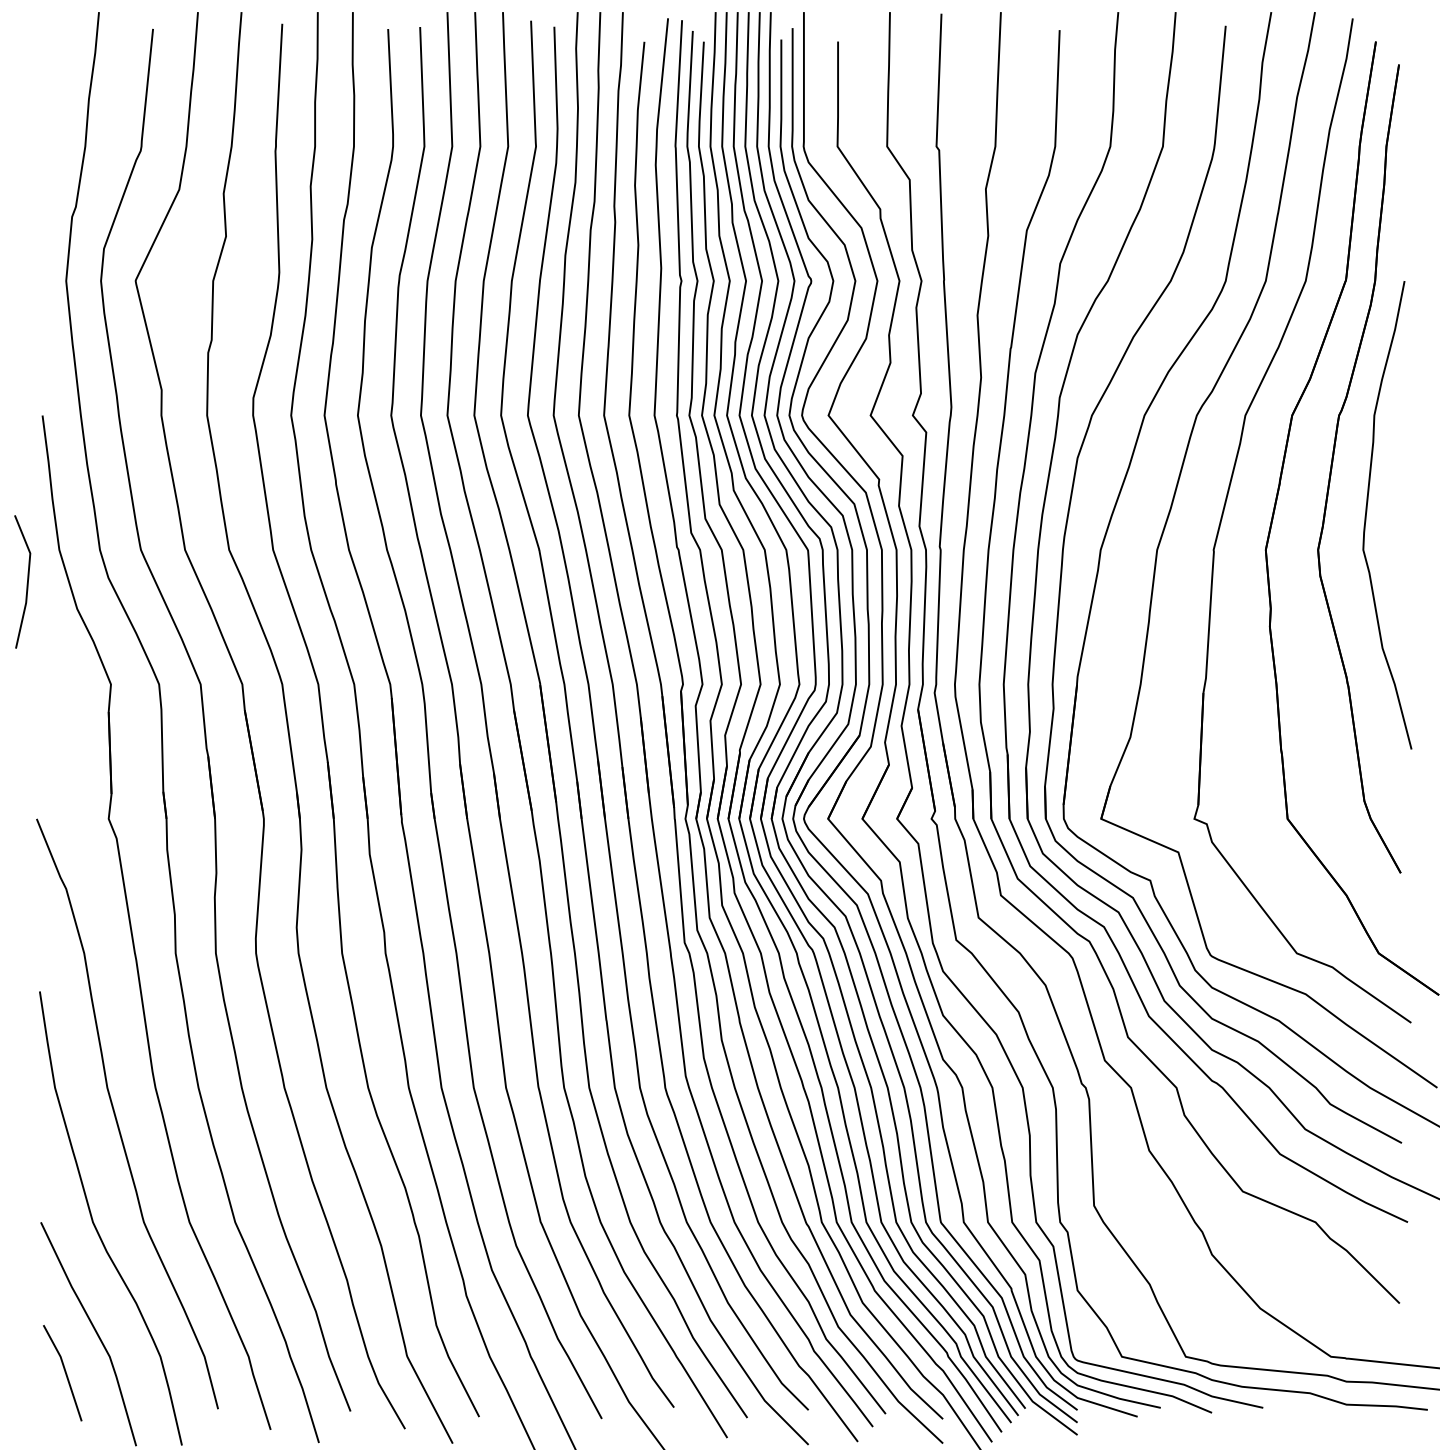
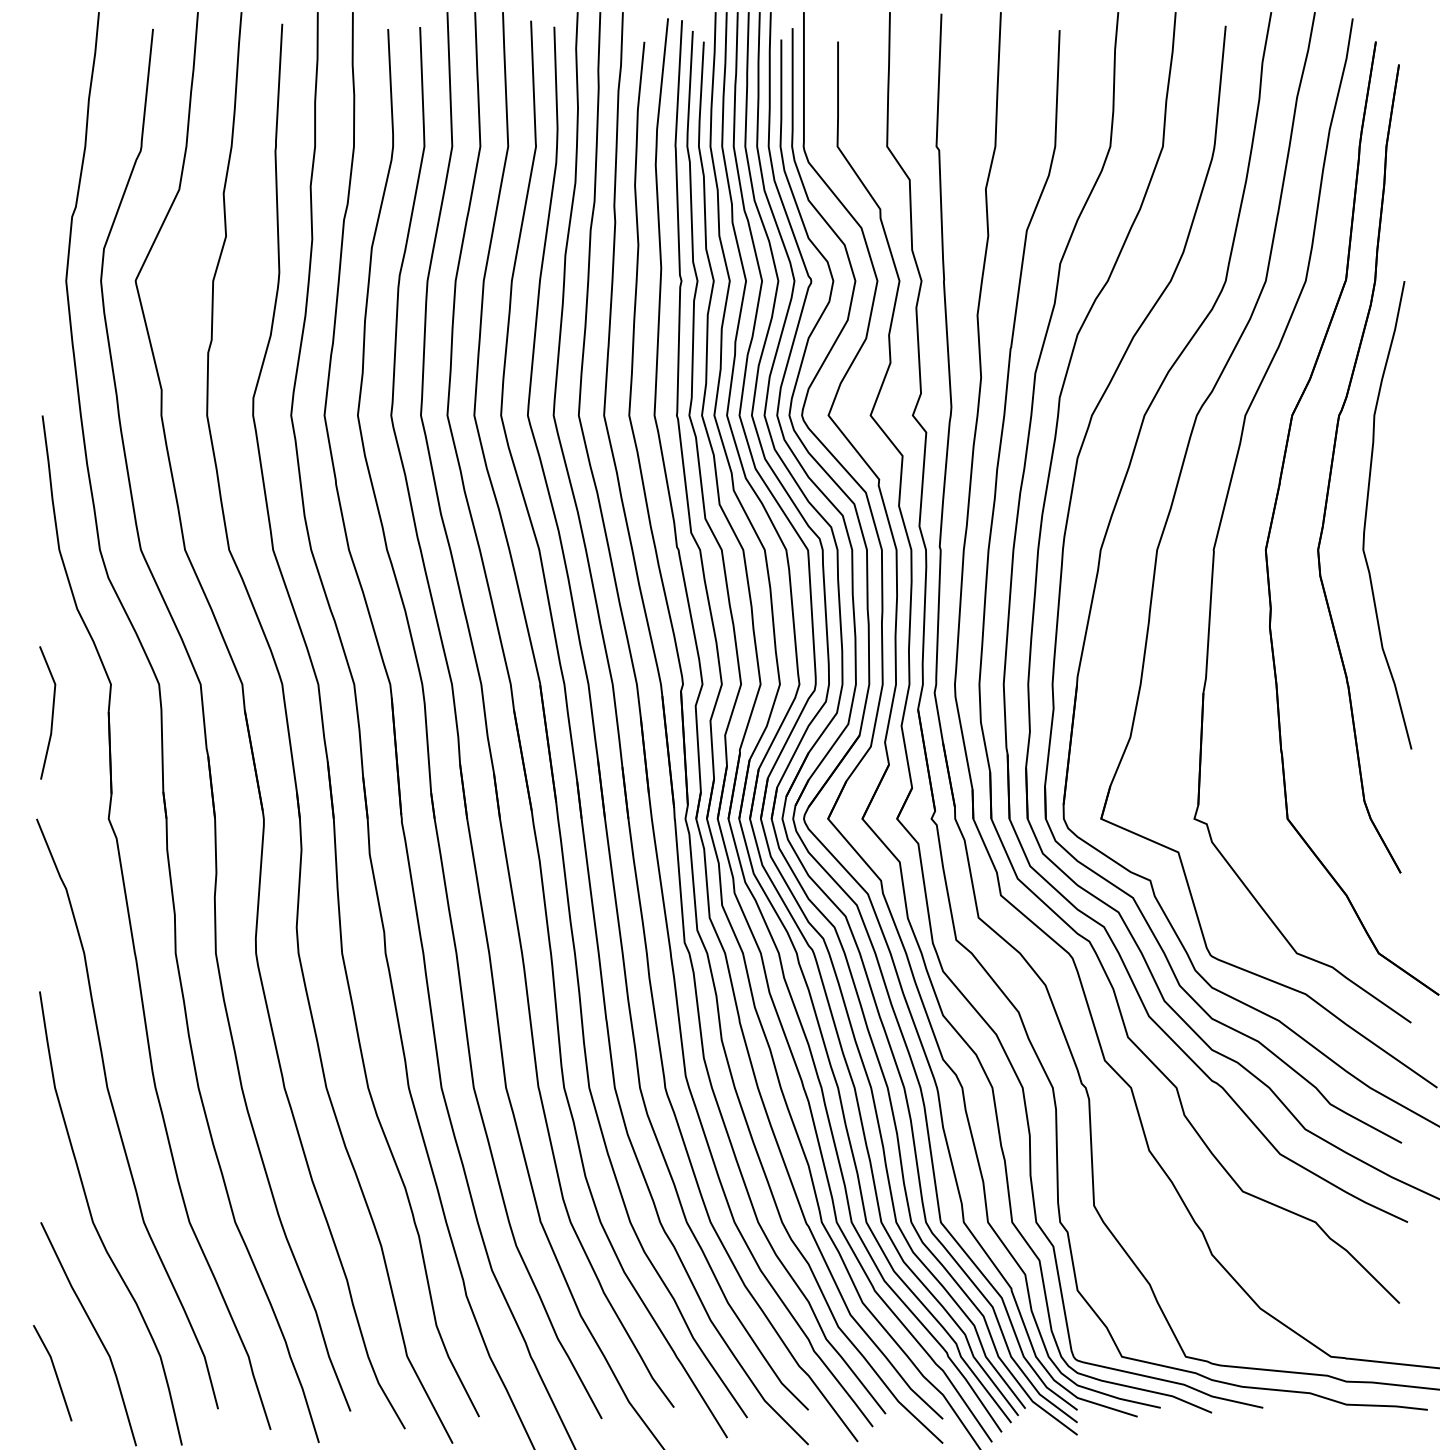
line at (26, 583) position: (26, 583) -> (51, 714)
line at (64, 1372) position: (64, 1372) -> (54, 1372)
